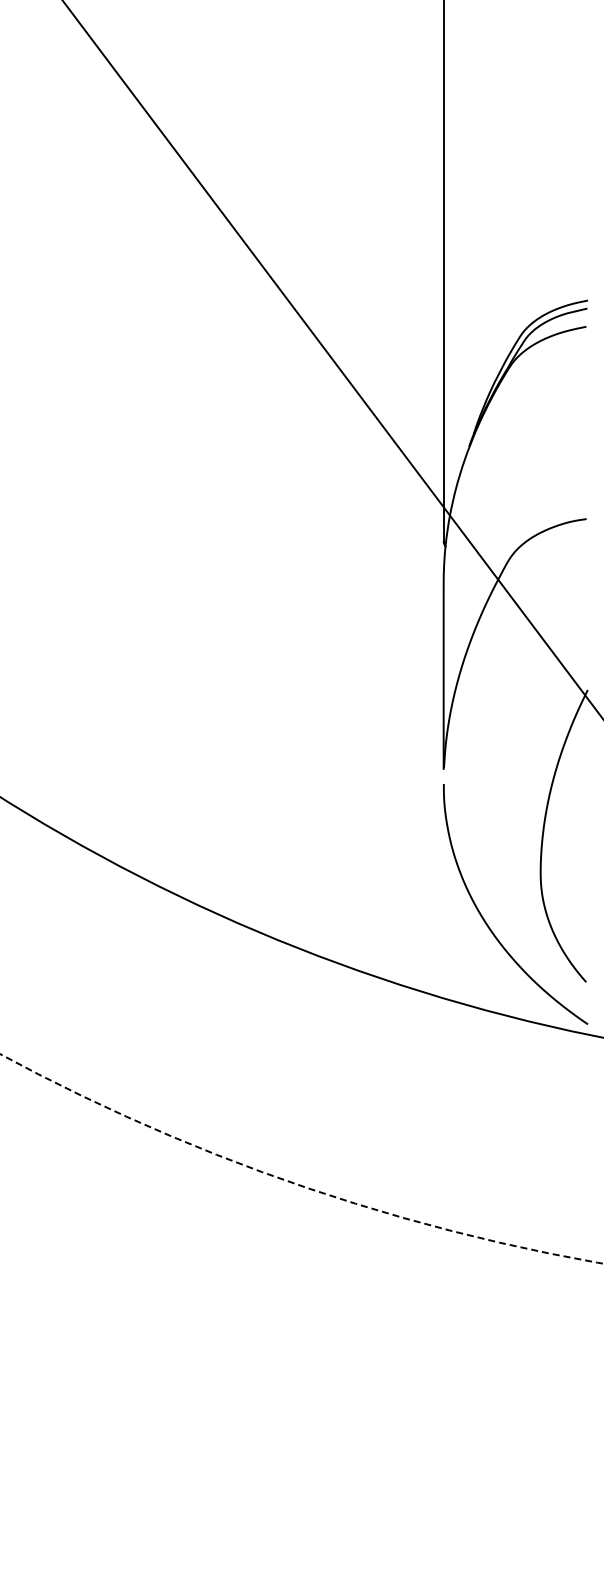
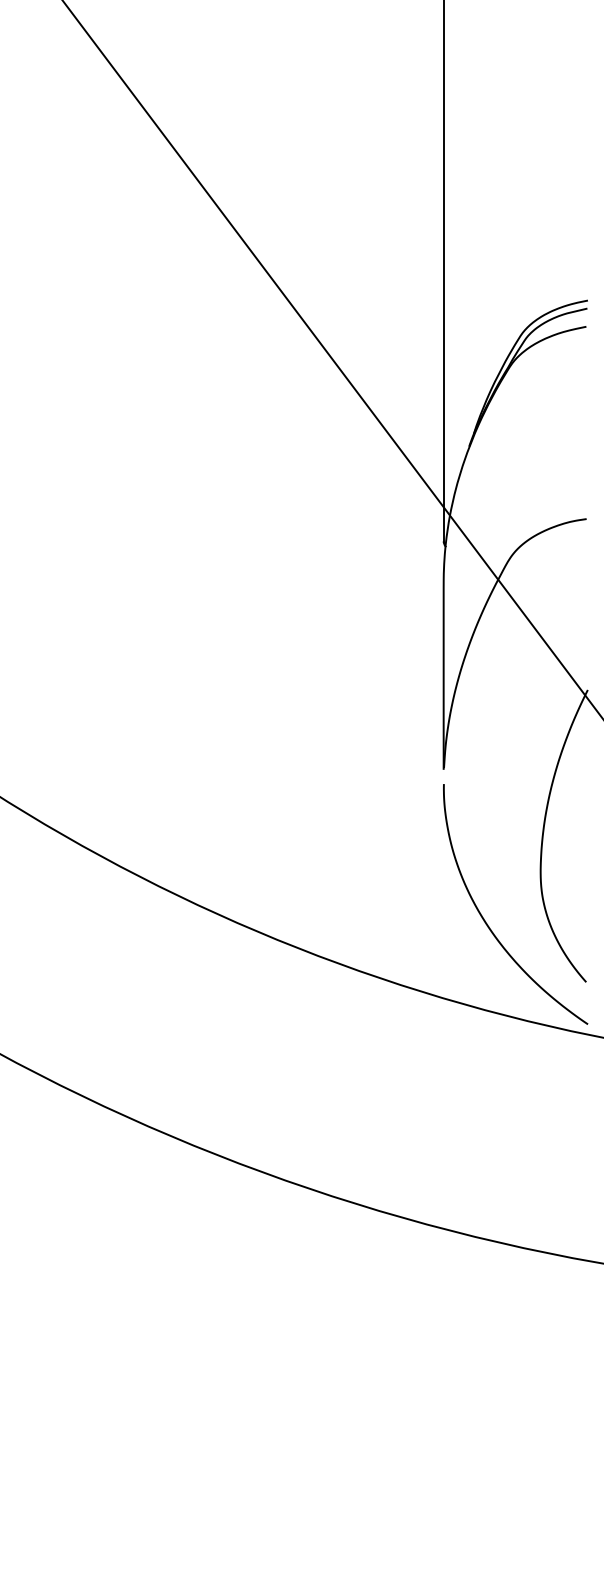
circle at (301, 1158): dashed -> solid
